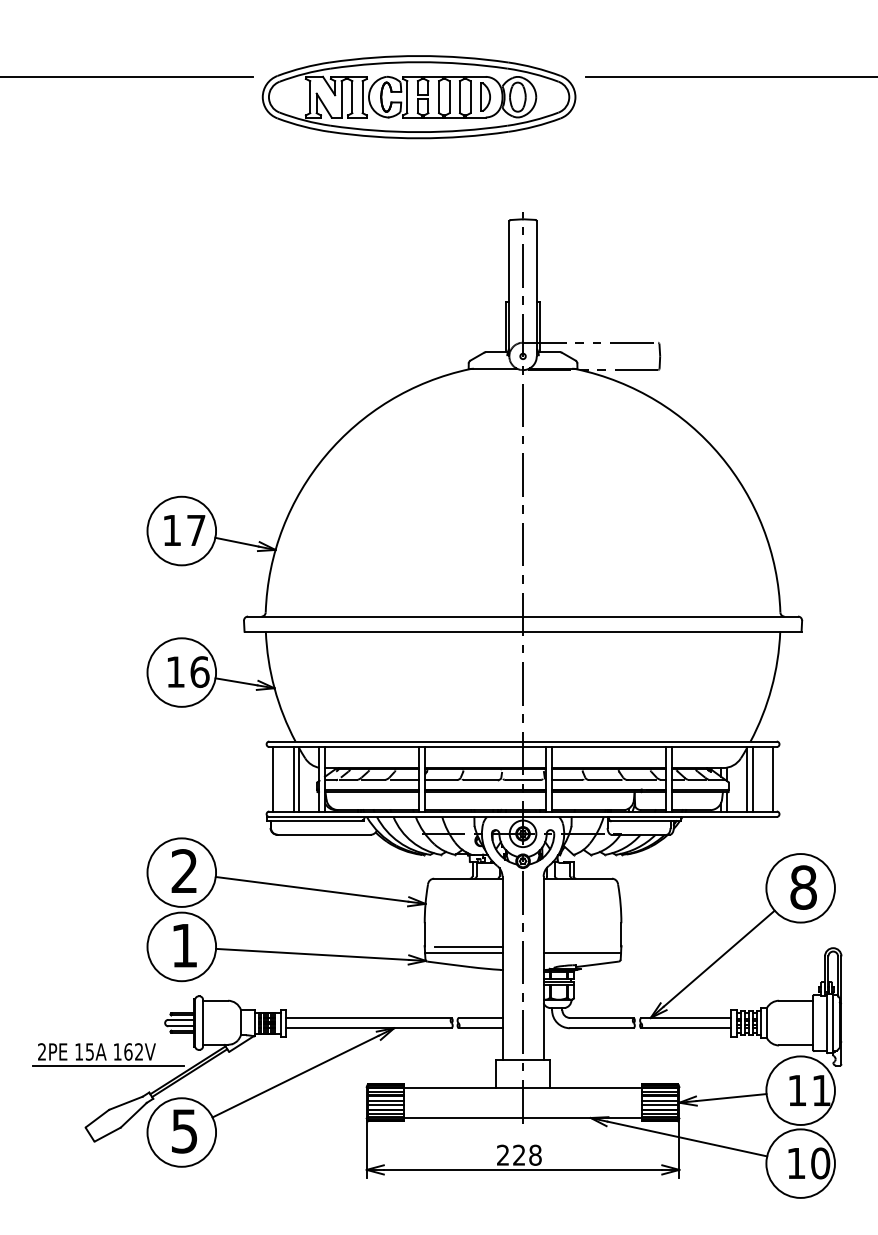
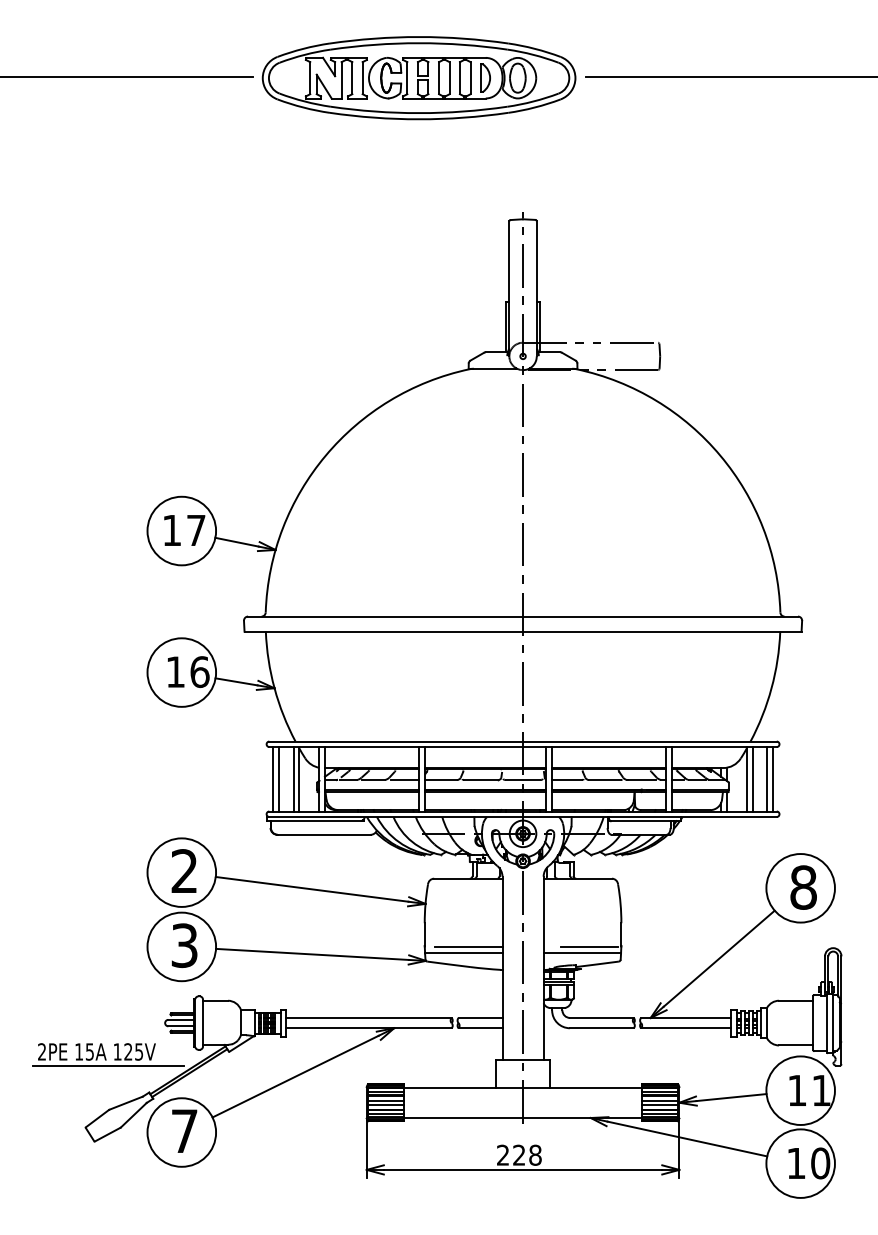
part at (418, 97) position: (418, 97) -> (418, 78)
line at (278, 779): none -> present
line at (767, 779): none -> present
text at (184, 945): 1 -> 3
line at (589, 946): none -> present
text at (133, 1051): 162V -> 125V
text at (184, 1131): 5 -> 7
